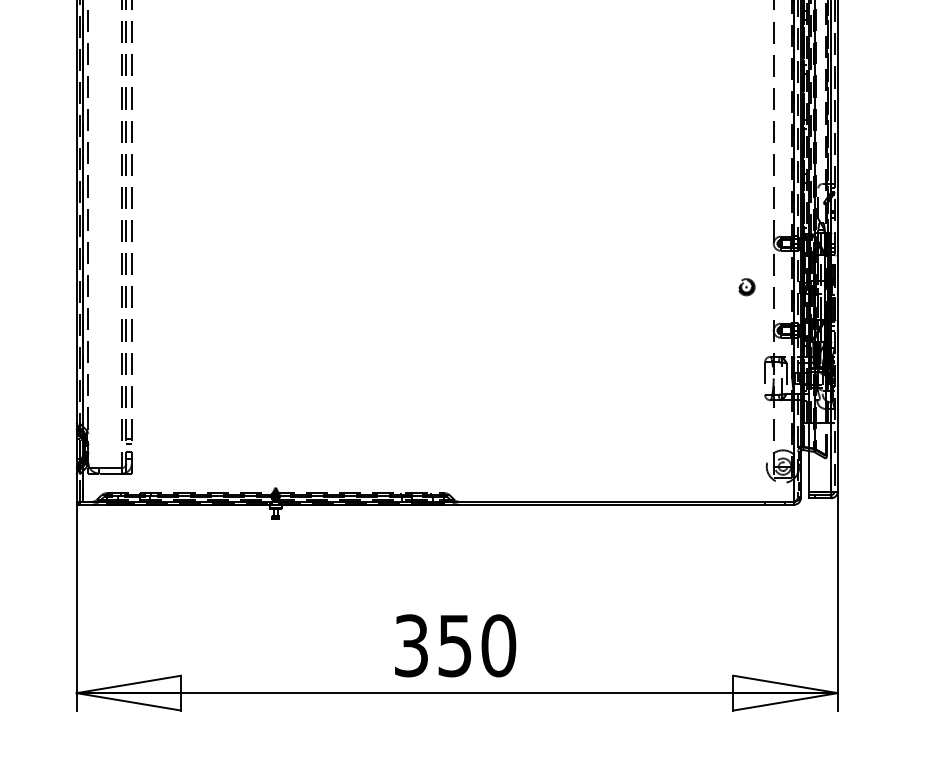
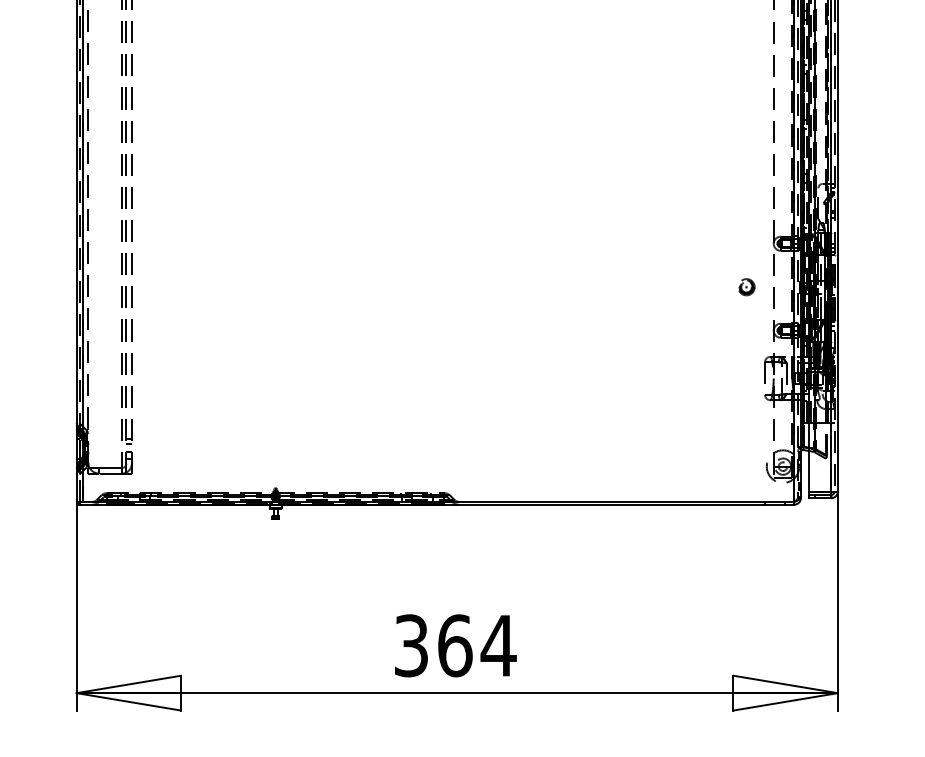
text at (477, 645): 350 -> 364
